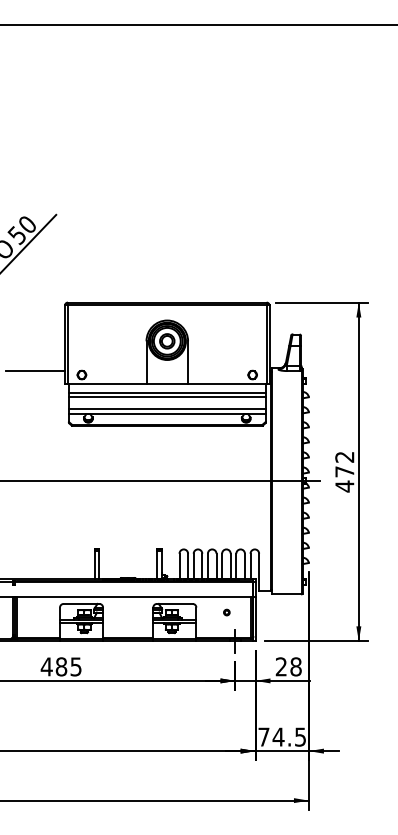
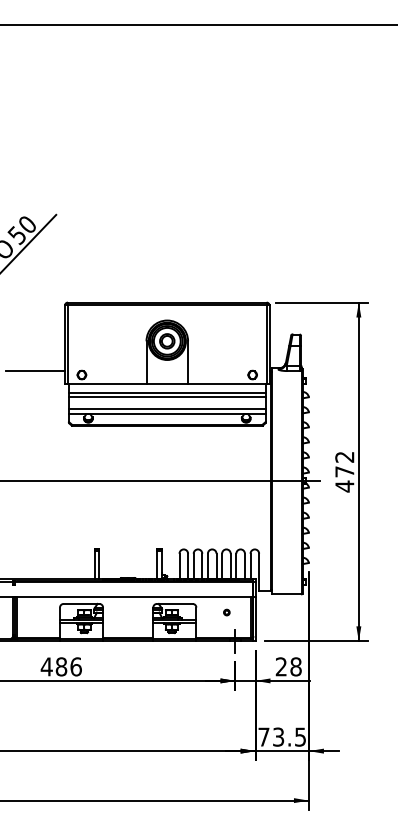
text at (75, 666): 485 -> 486
text at (278, 736): 74.5 -> 73.5
